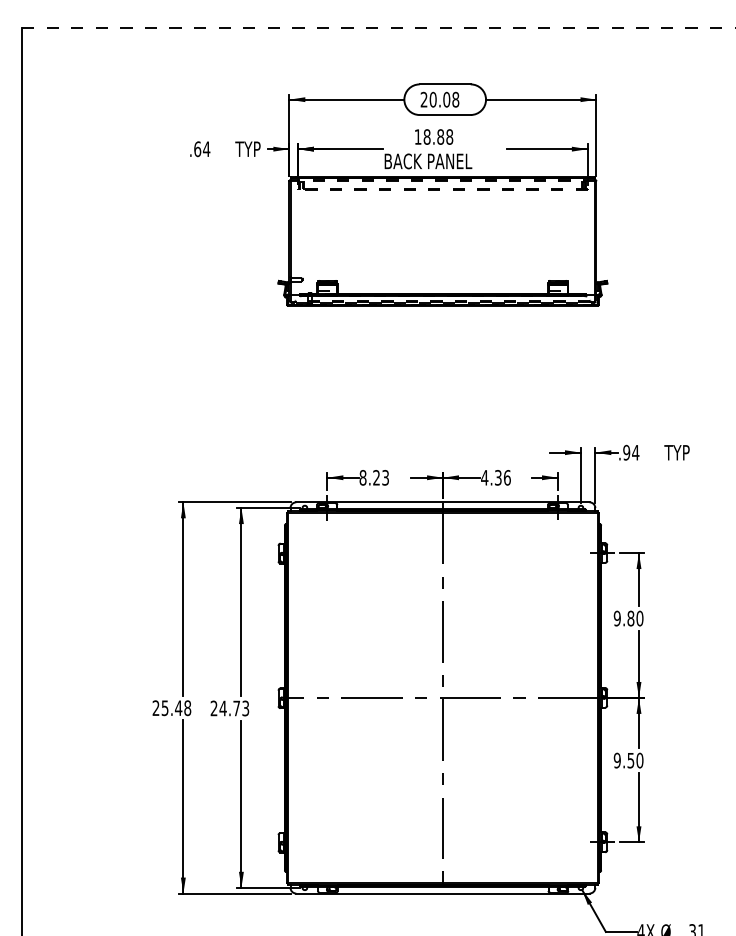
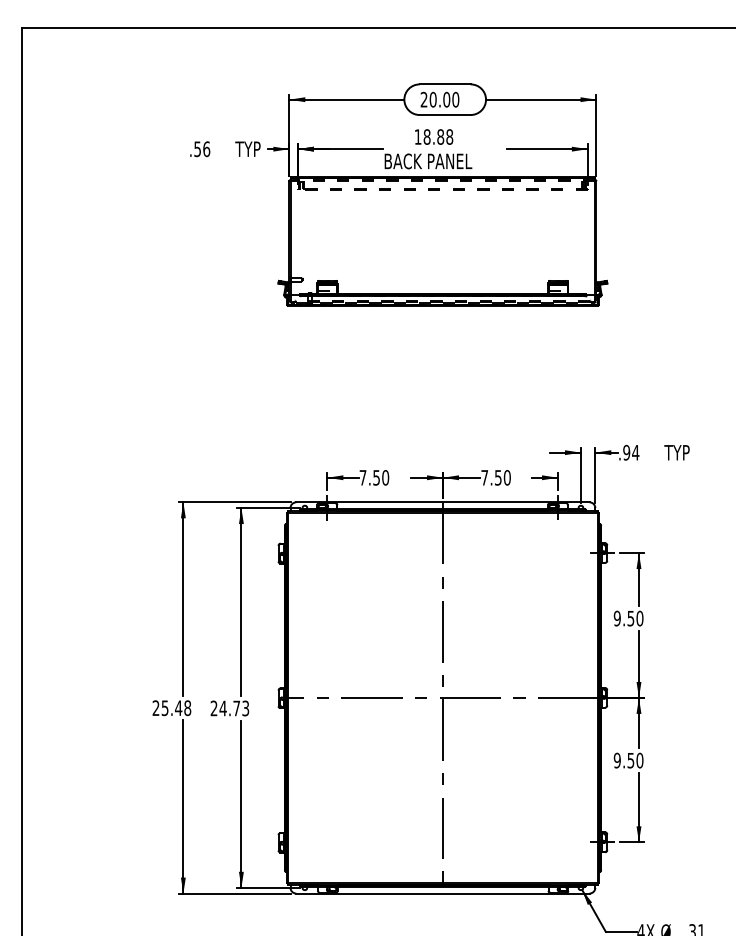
line at (378, 28): dashed -> solid
text at (455, 99): 20.08 -> 20.00
text at (202, 149): .64 -> .56
text at (374, 477): 8.23 -> 7.50
text at (495, 477): 4.36 -> 7.50
text at (630, 618): 9.80 -> 9.50
